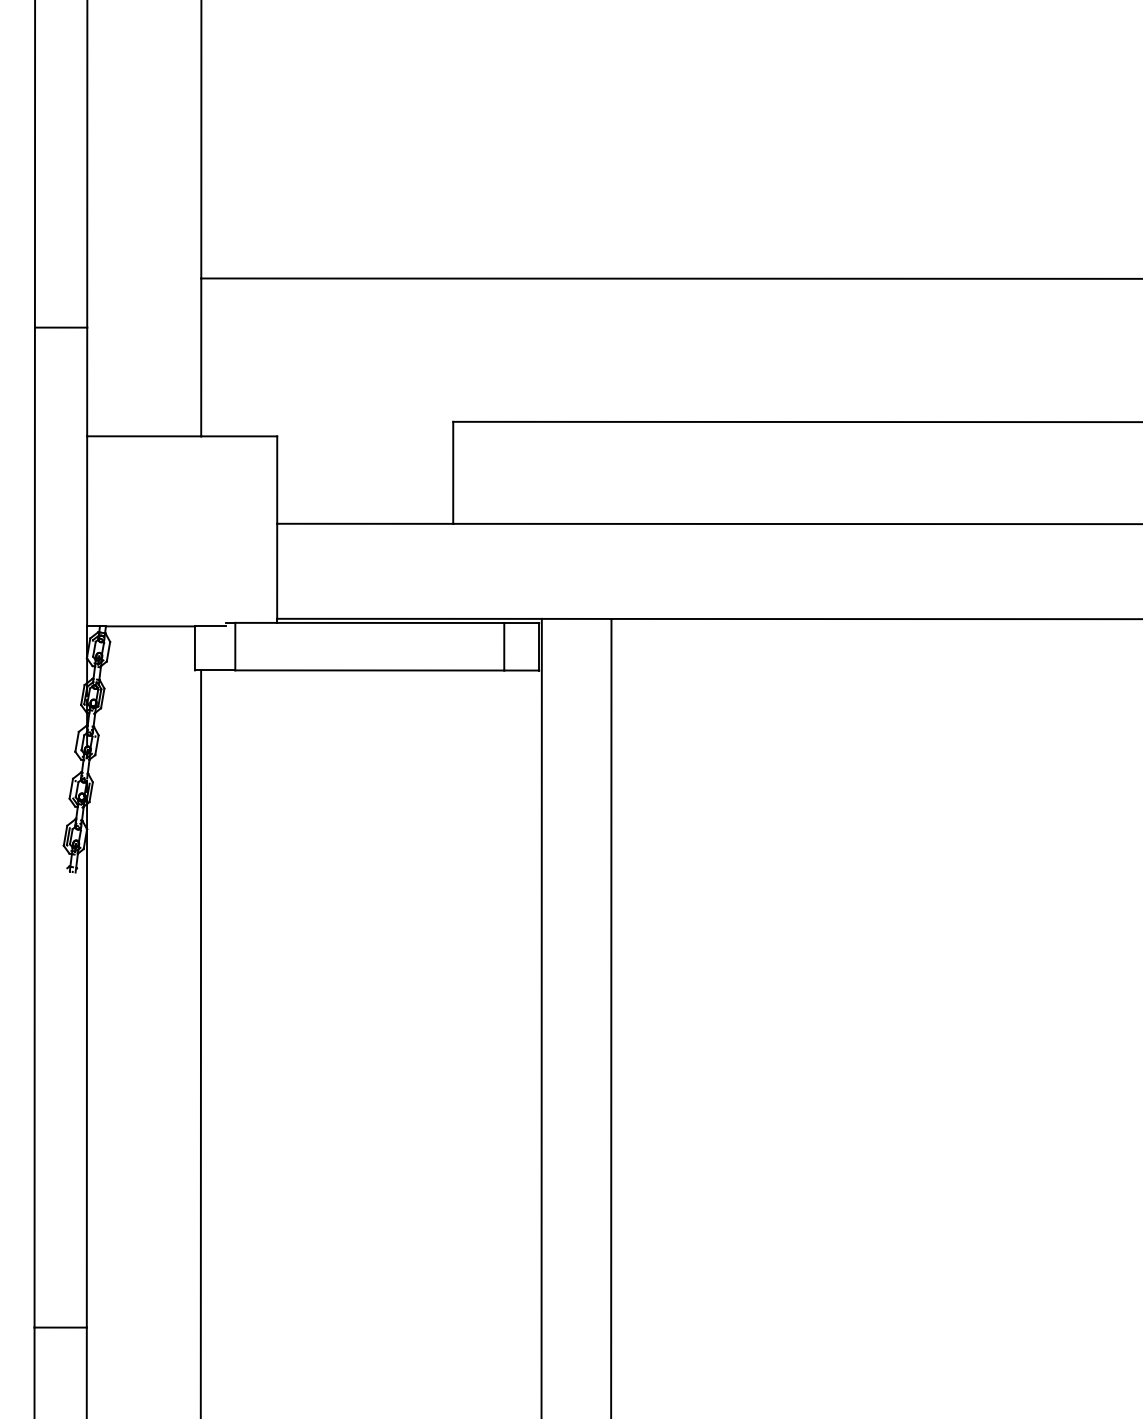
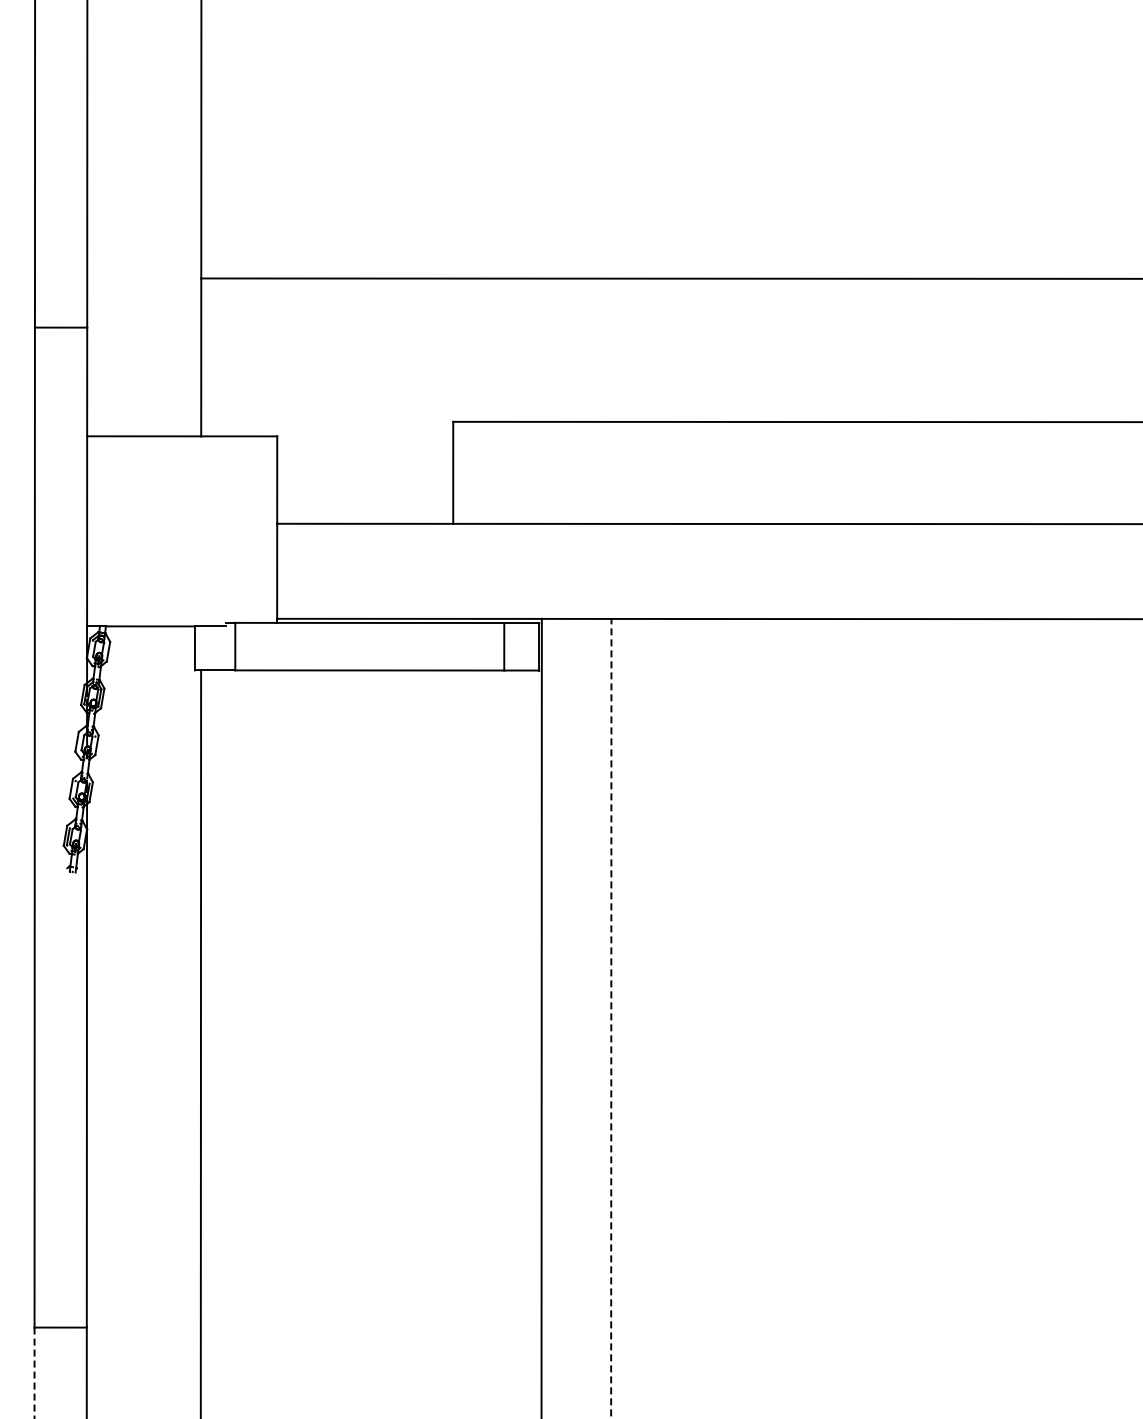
line at (611, 1018): solid -> dashed
line at (34, 1373): solid -> dashed
